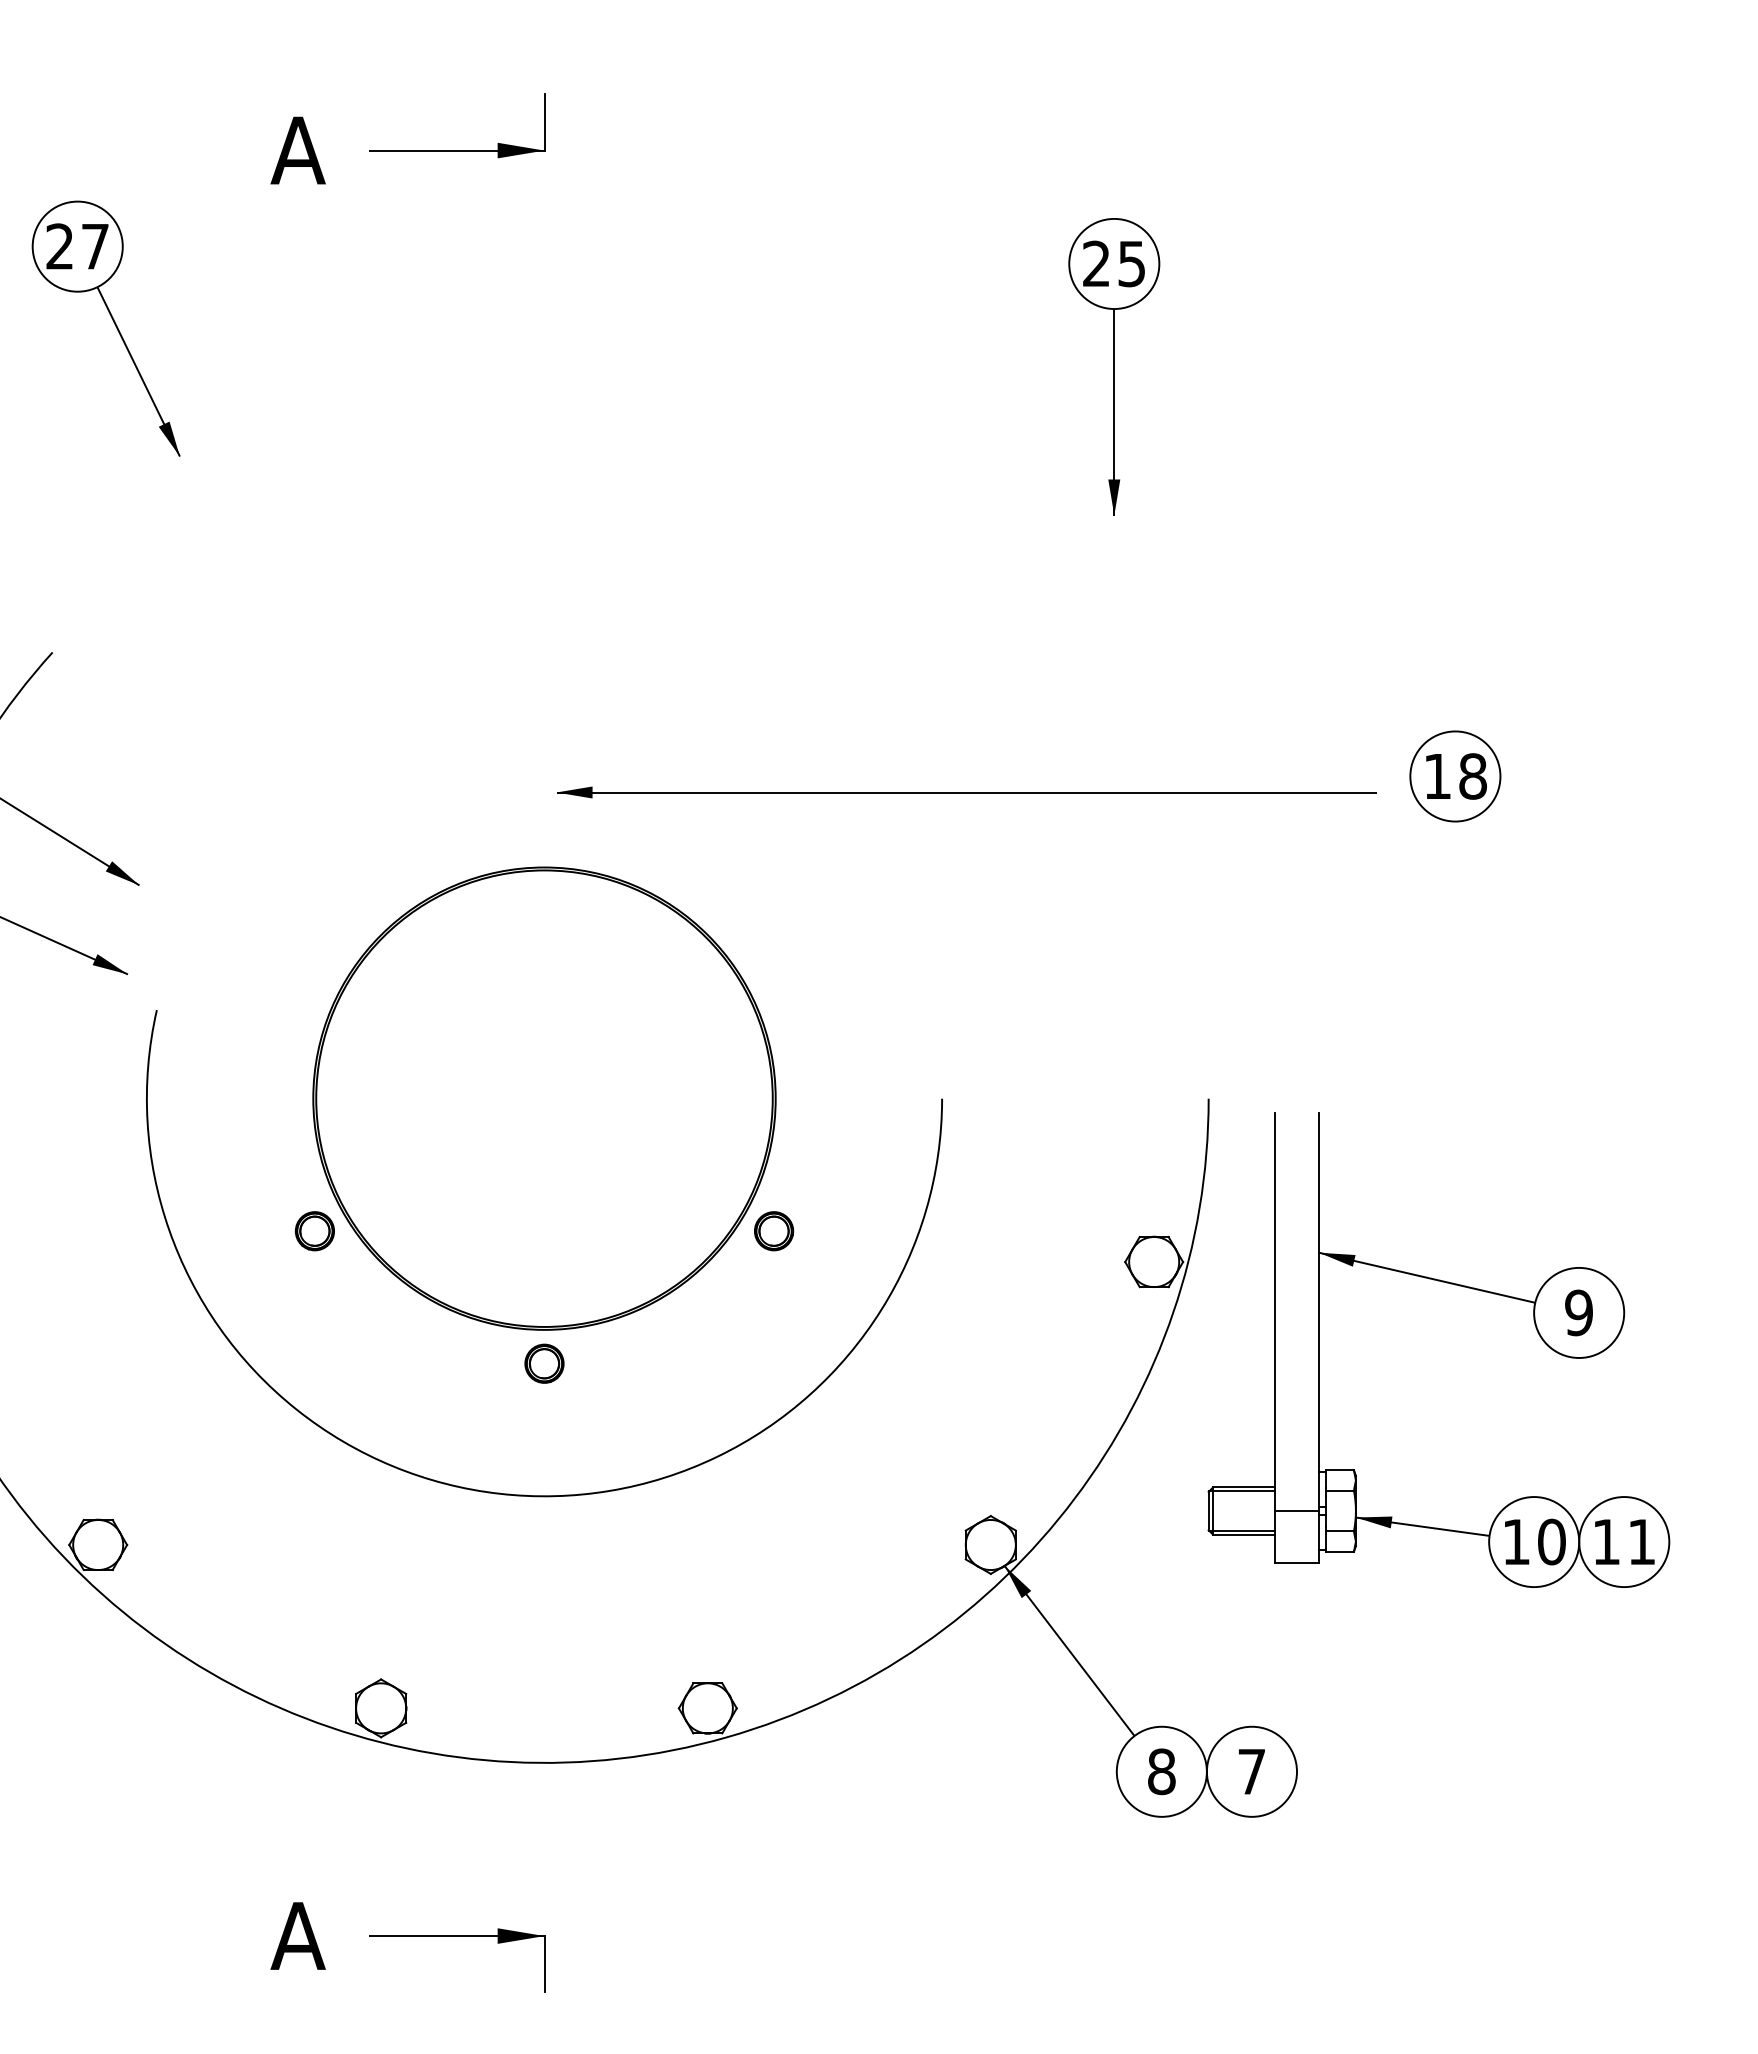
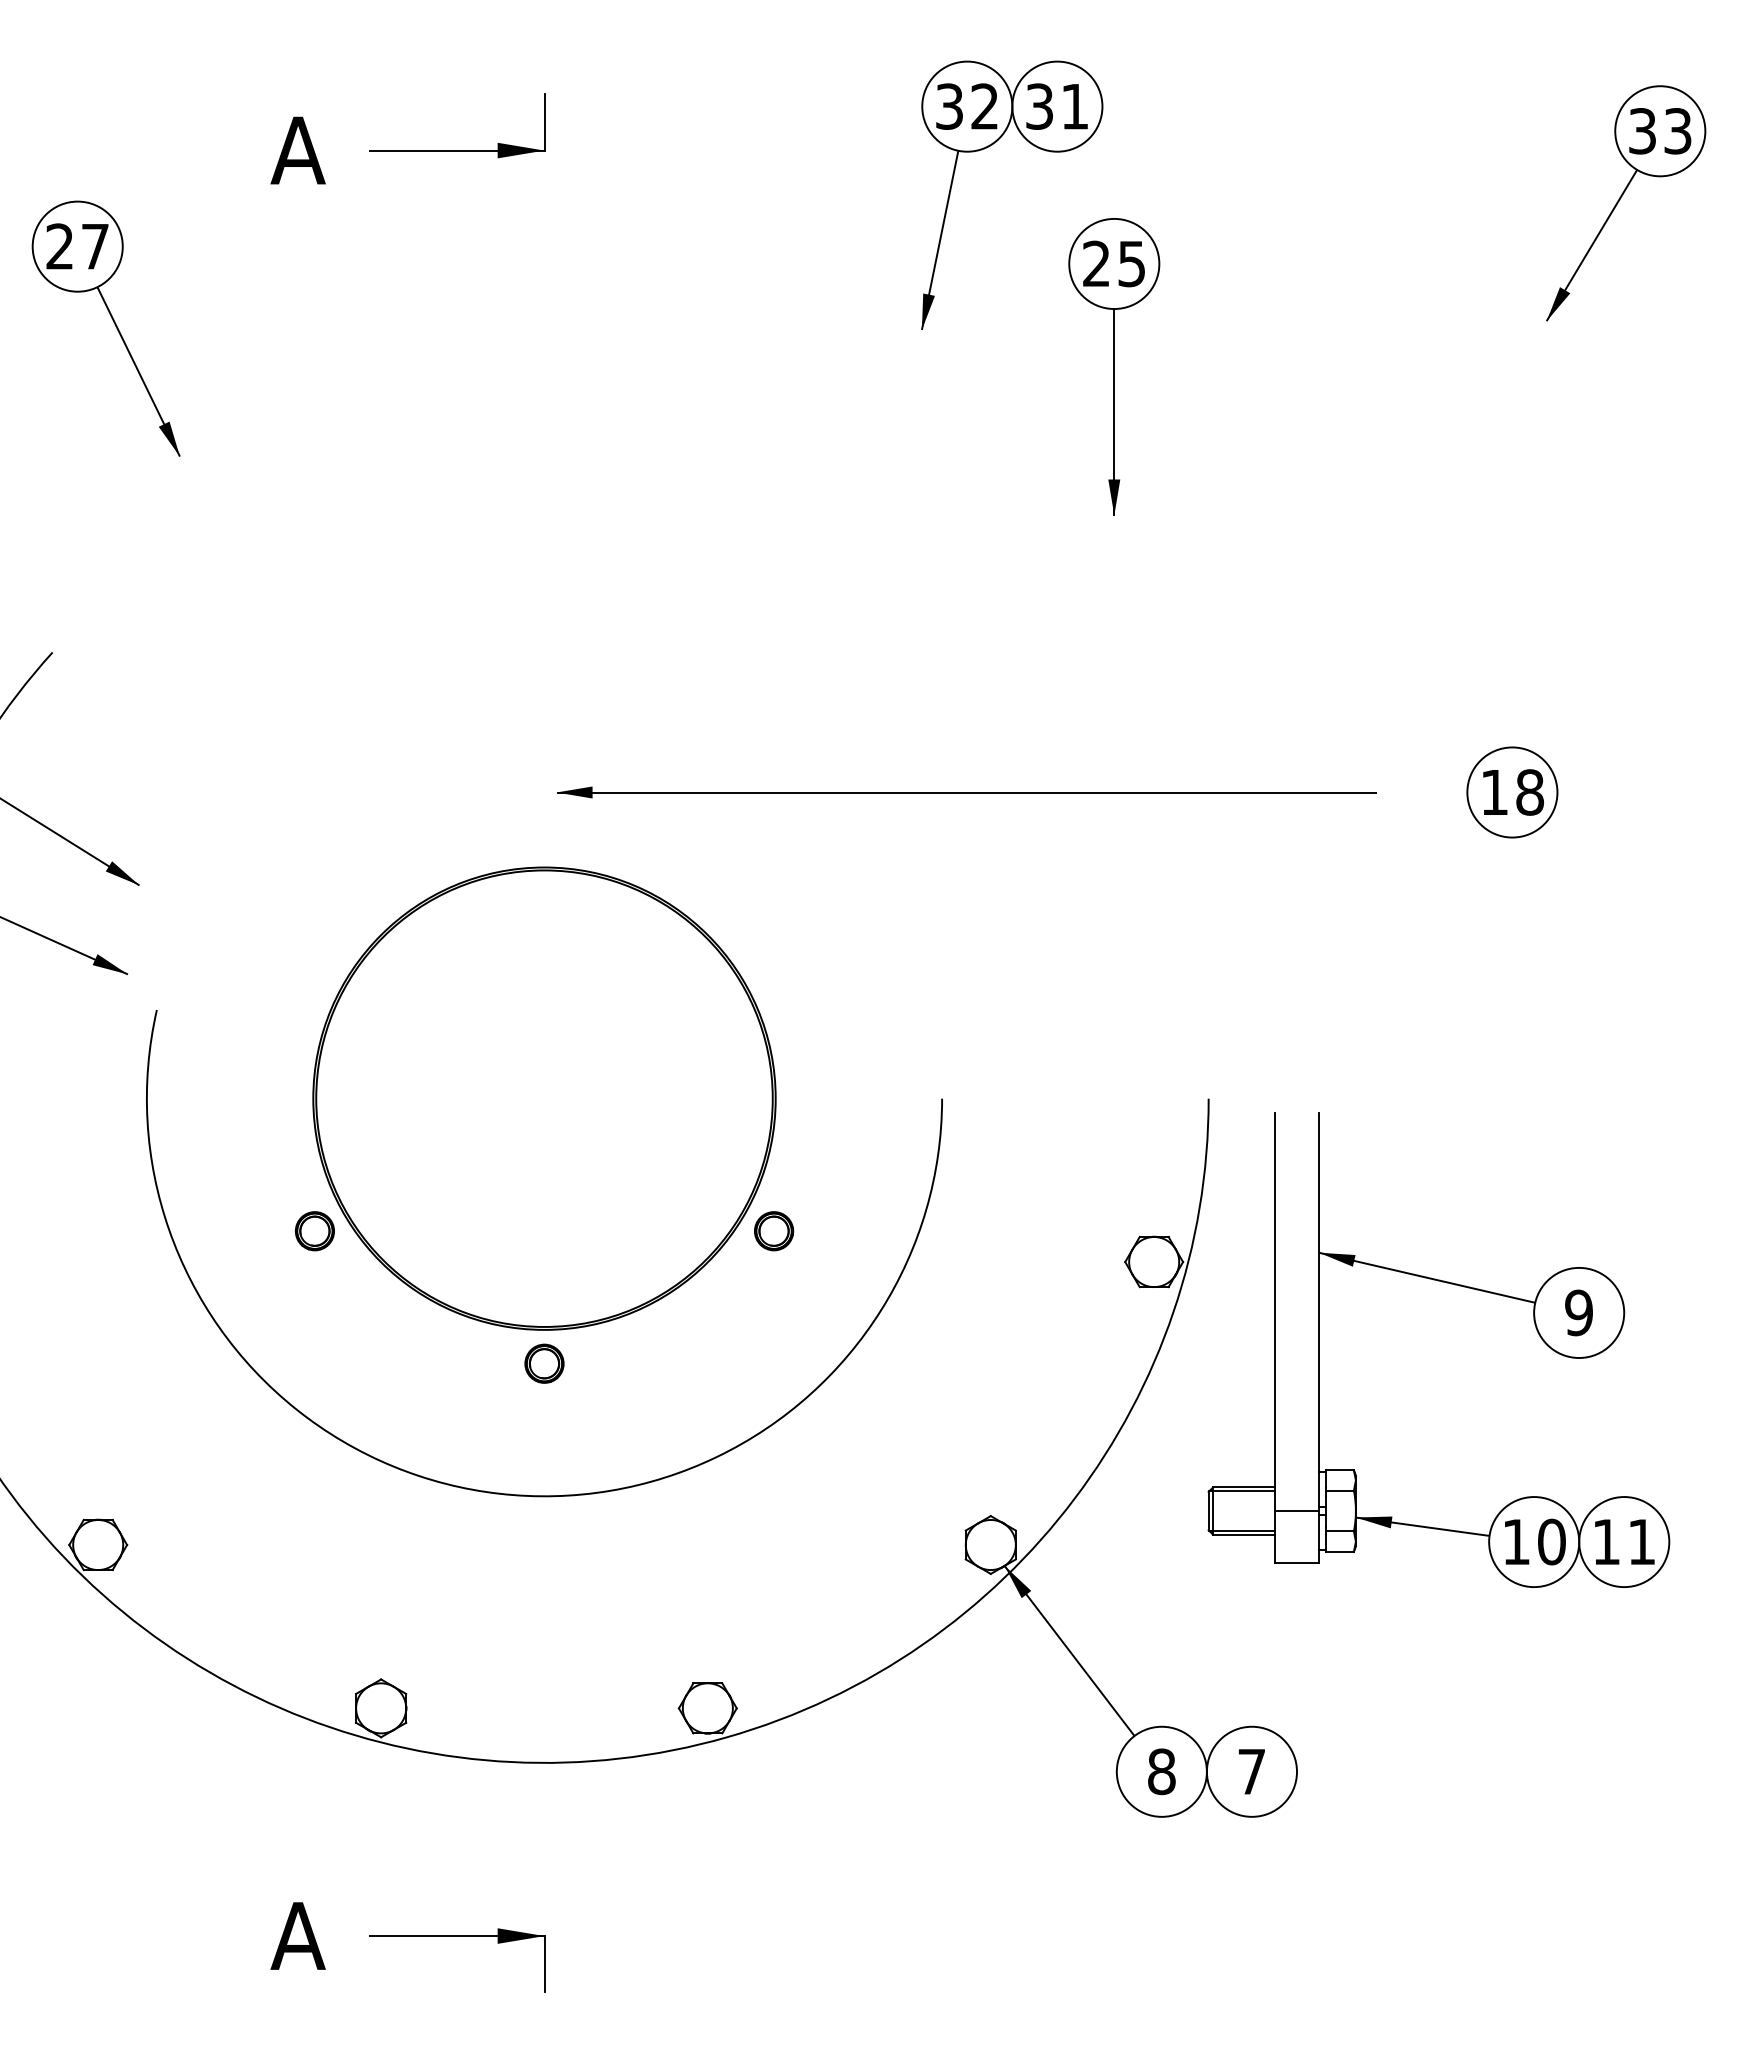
part at (1037, 148): none -> present
part at (1621, 198): none -> present
part at (1455, 776) position: (1455, 776) -> (1512, 792)
